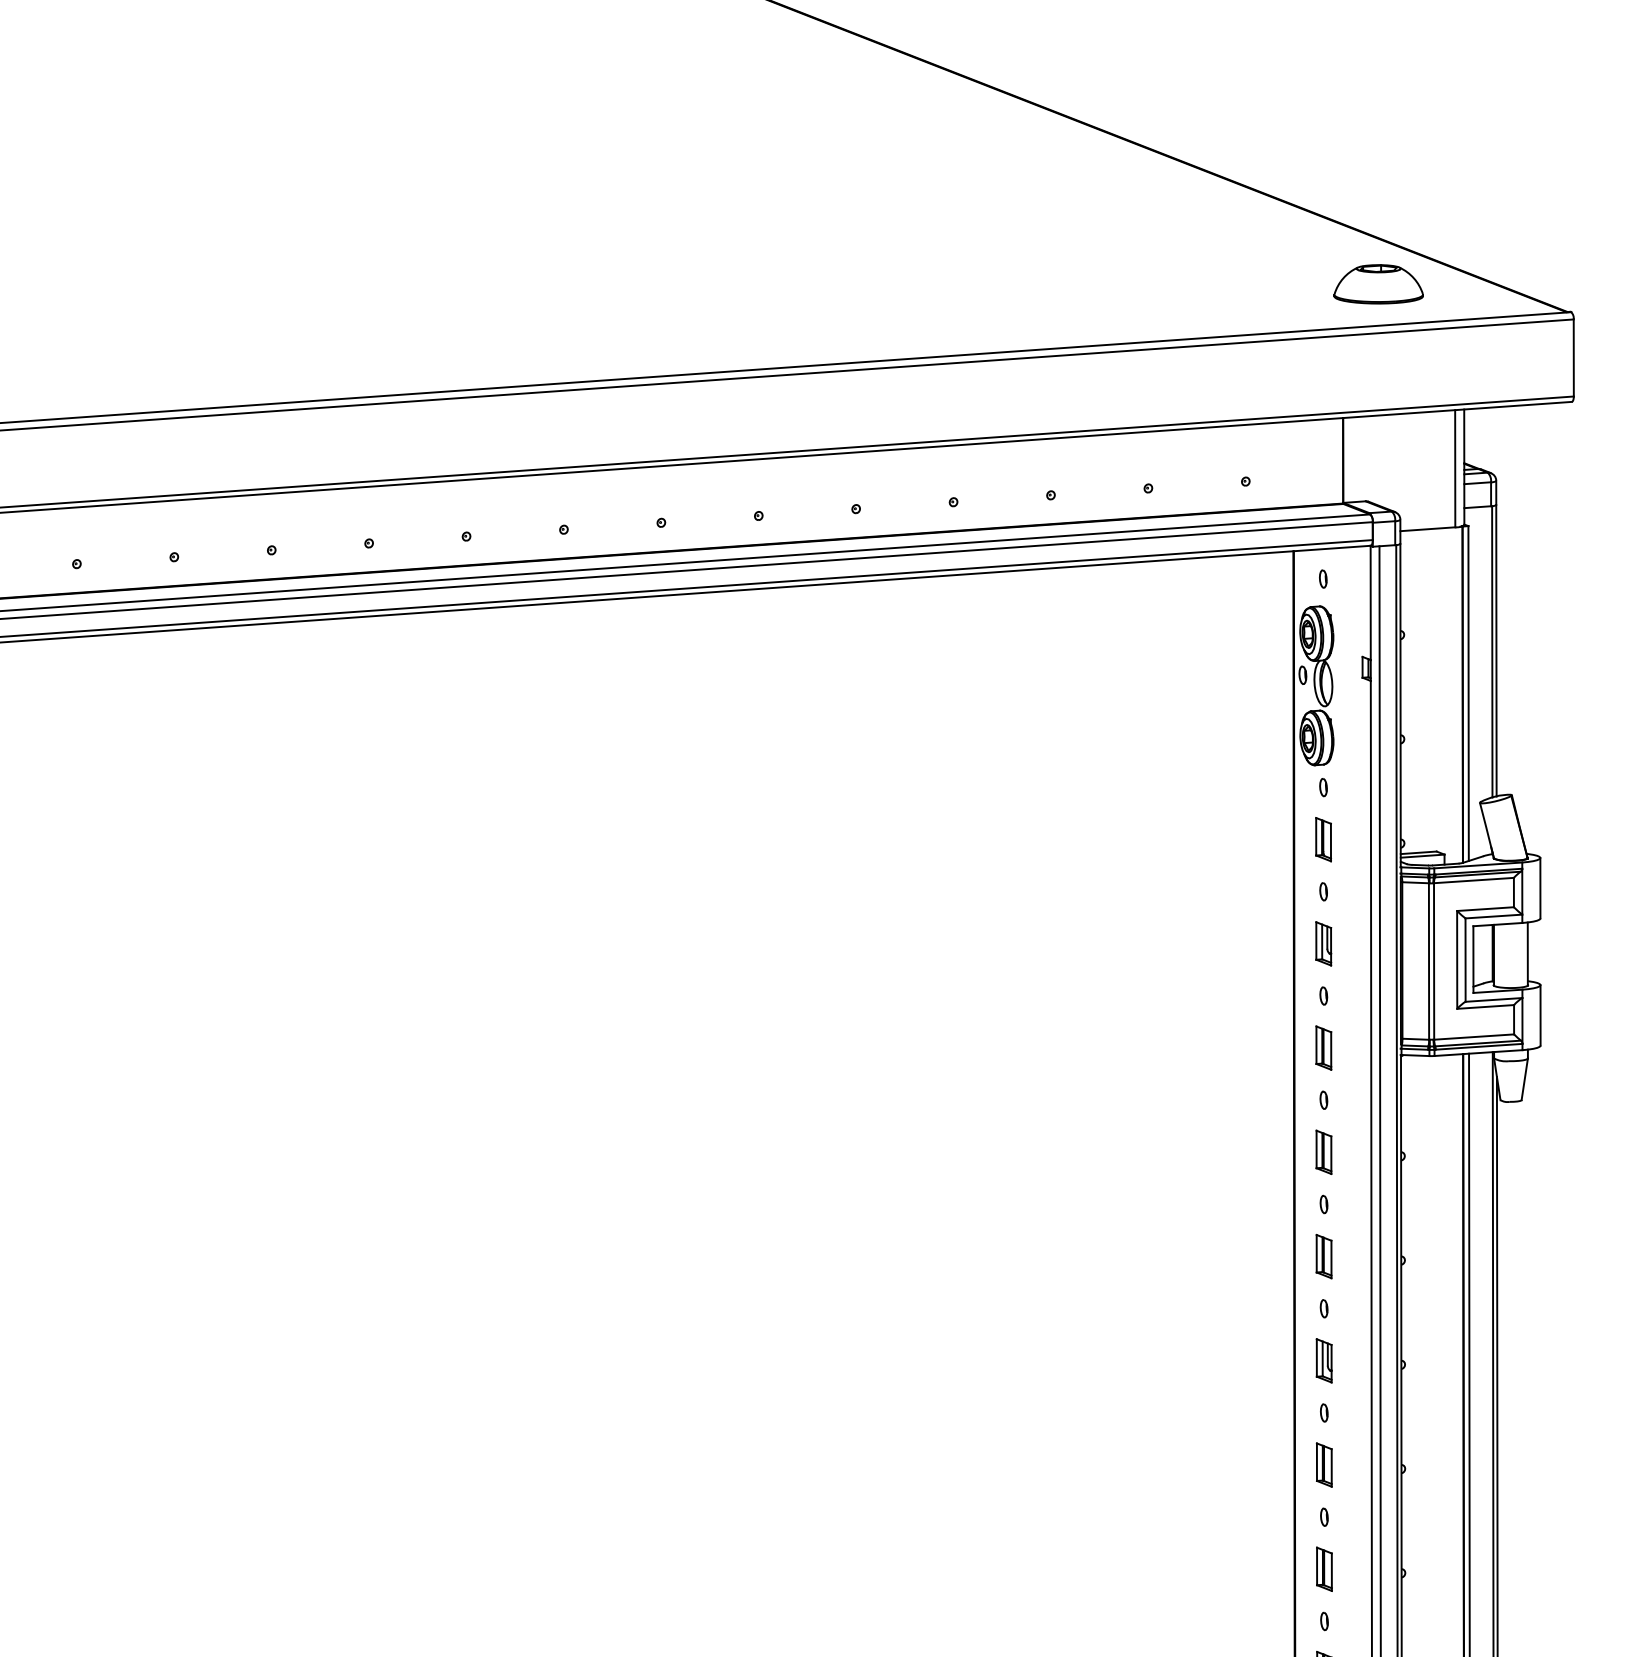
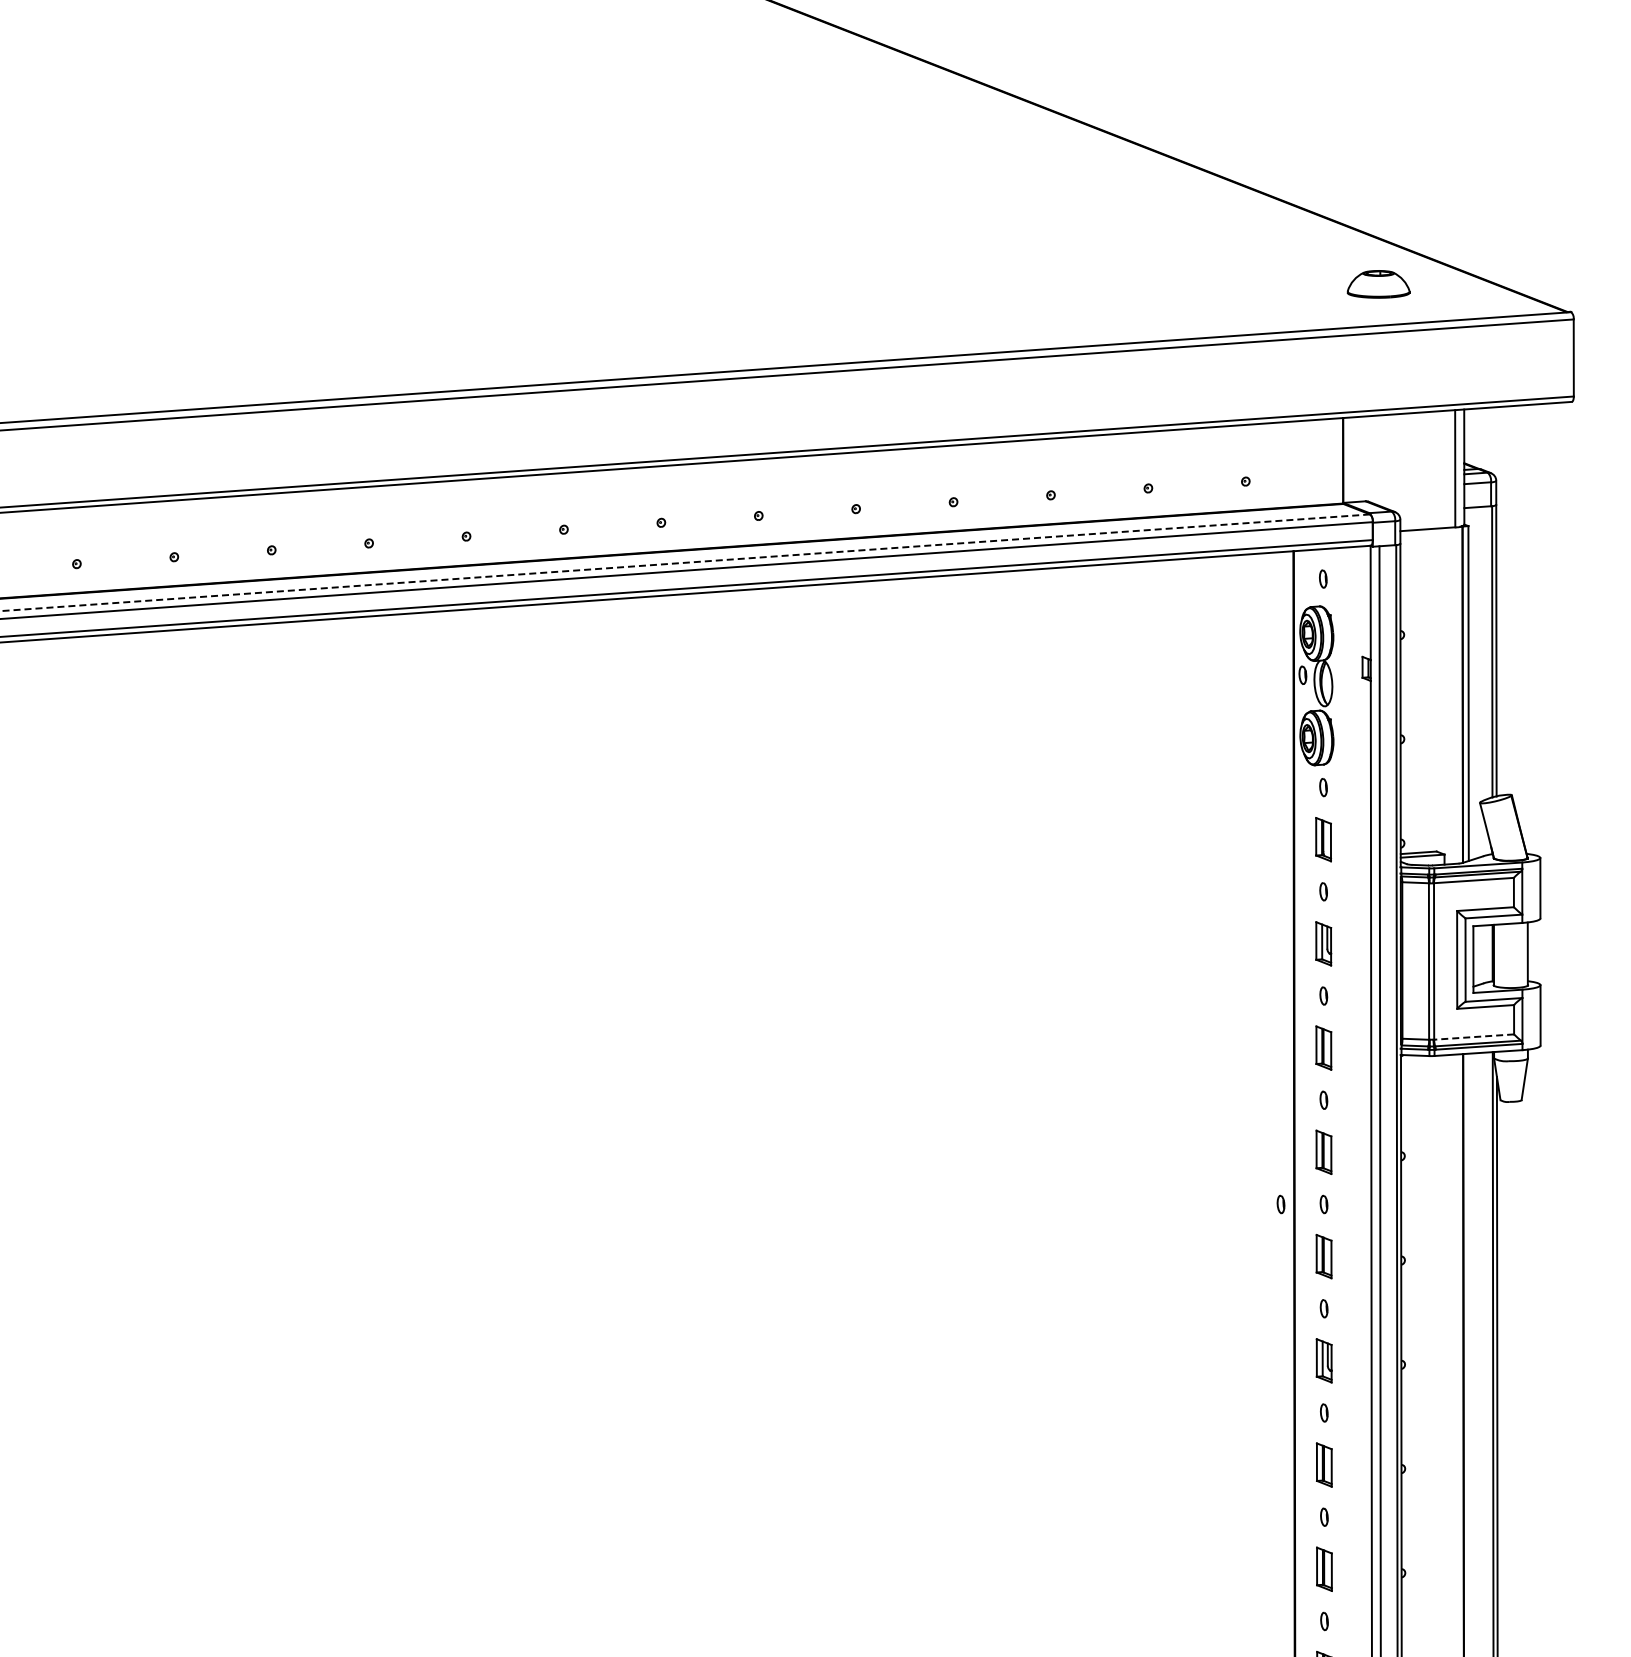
part at (1378, 284) size: 91x41 px -> 65x29 px
line at (684, 562): solid -> dashed
line at (1473, 1037): solid -> dashed
part at (1280, 1204): none -> present
line at (1469, 1353): present -> none
